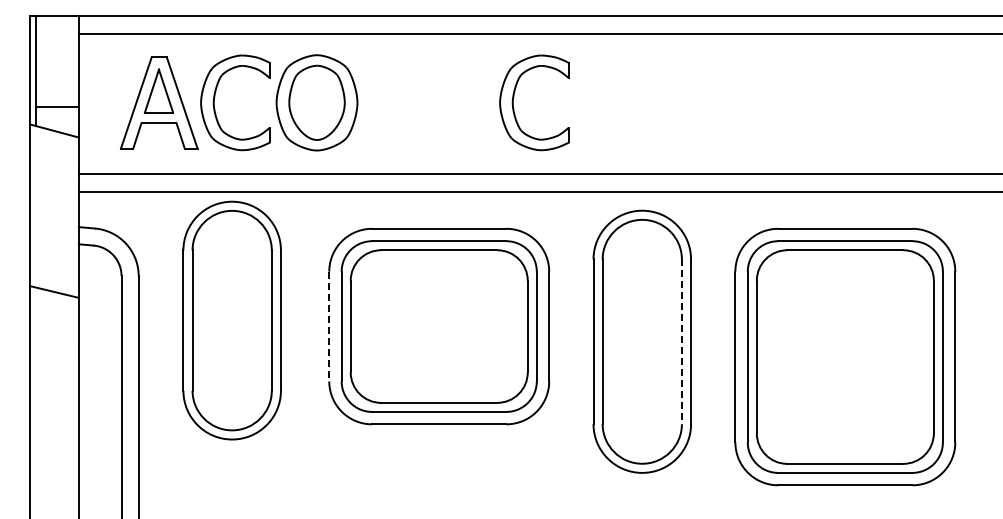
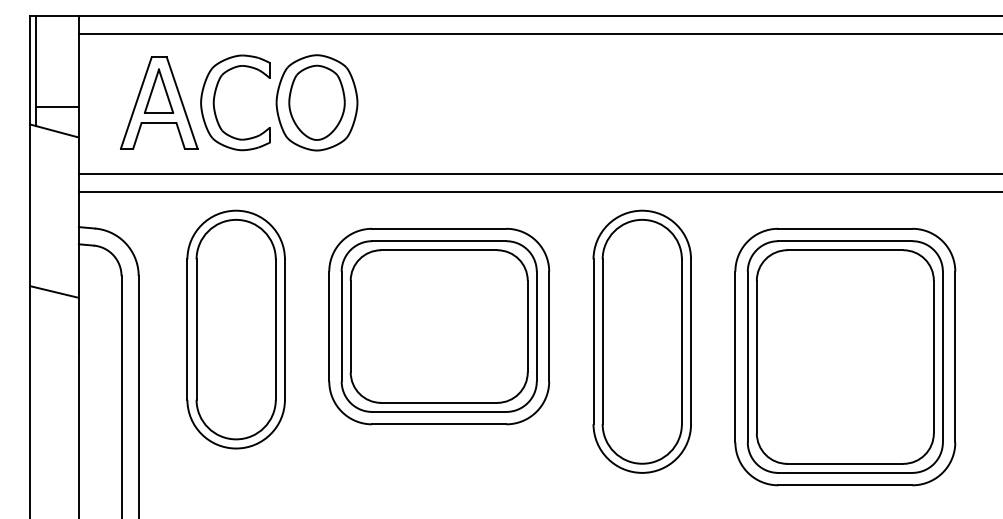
part at (514, 97): present -> none
part at (231, 320) position: (231, 320) -> (235, 329)
line at (329, 326): dashed -> solid
line at (681, 342): dashed -> solid
